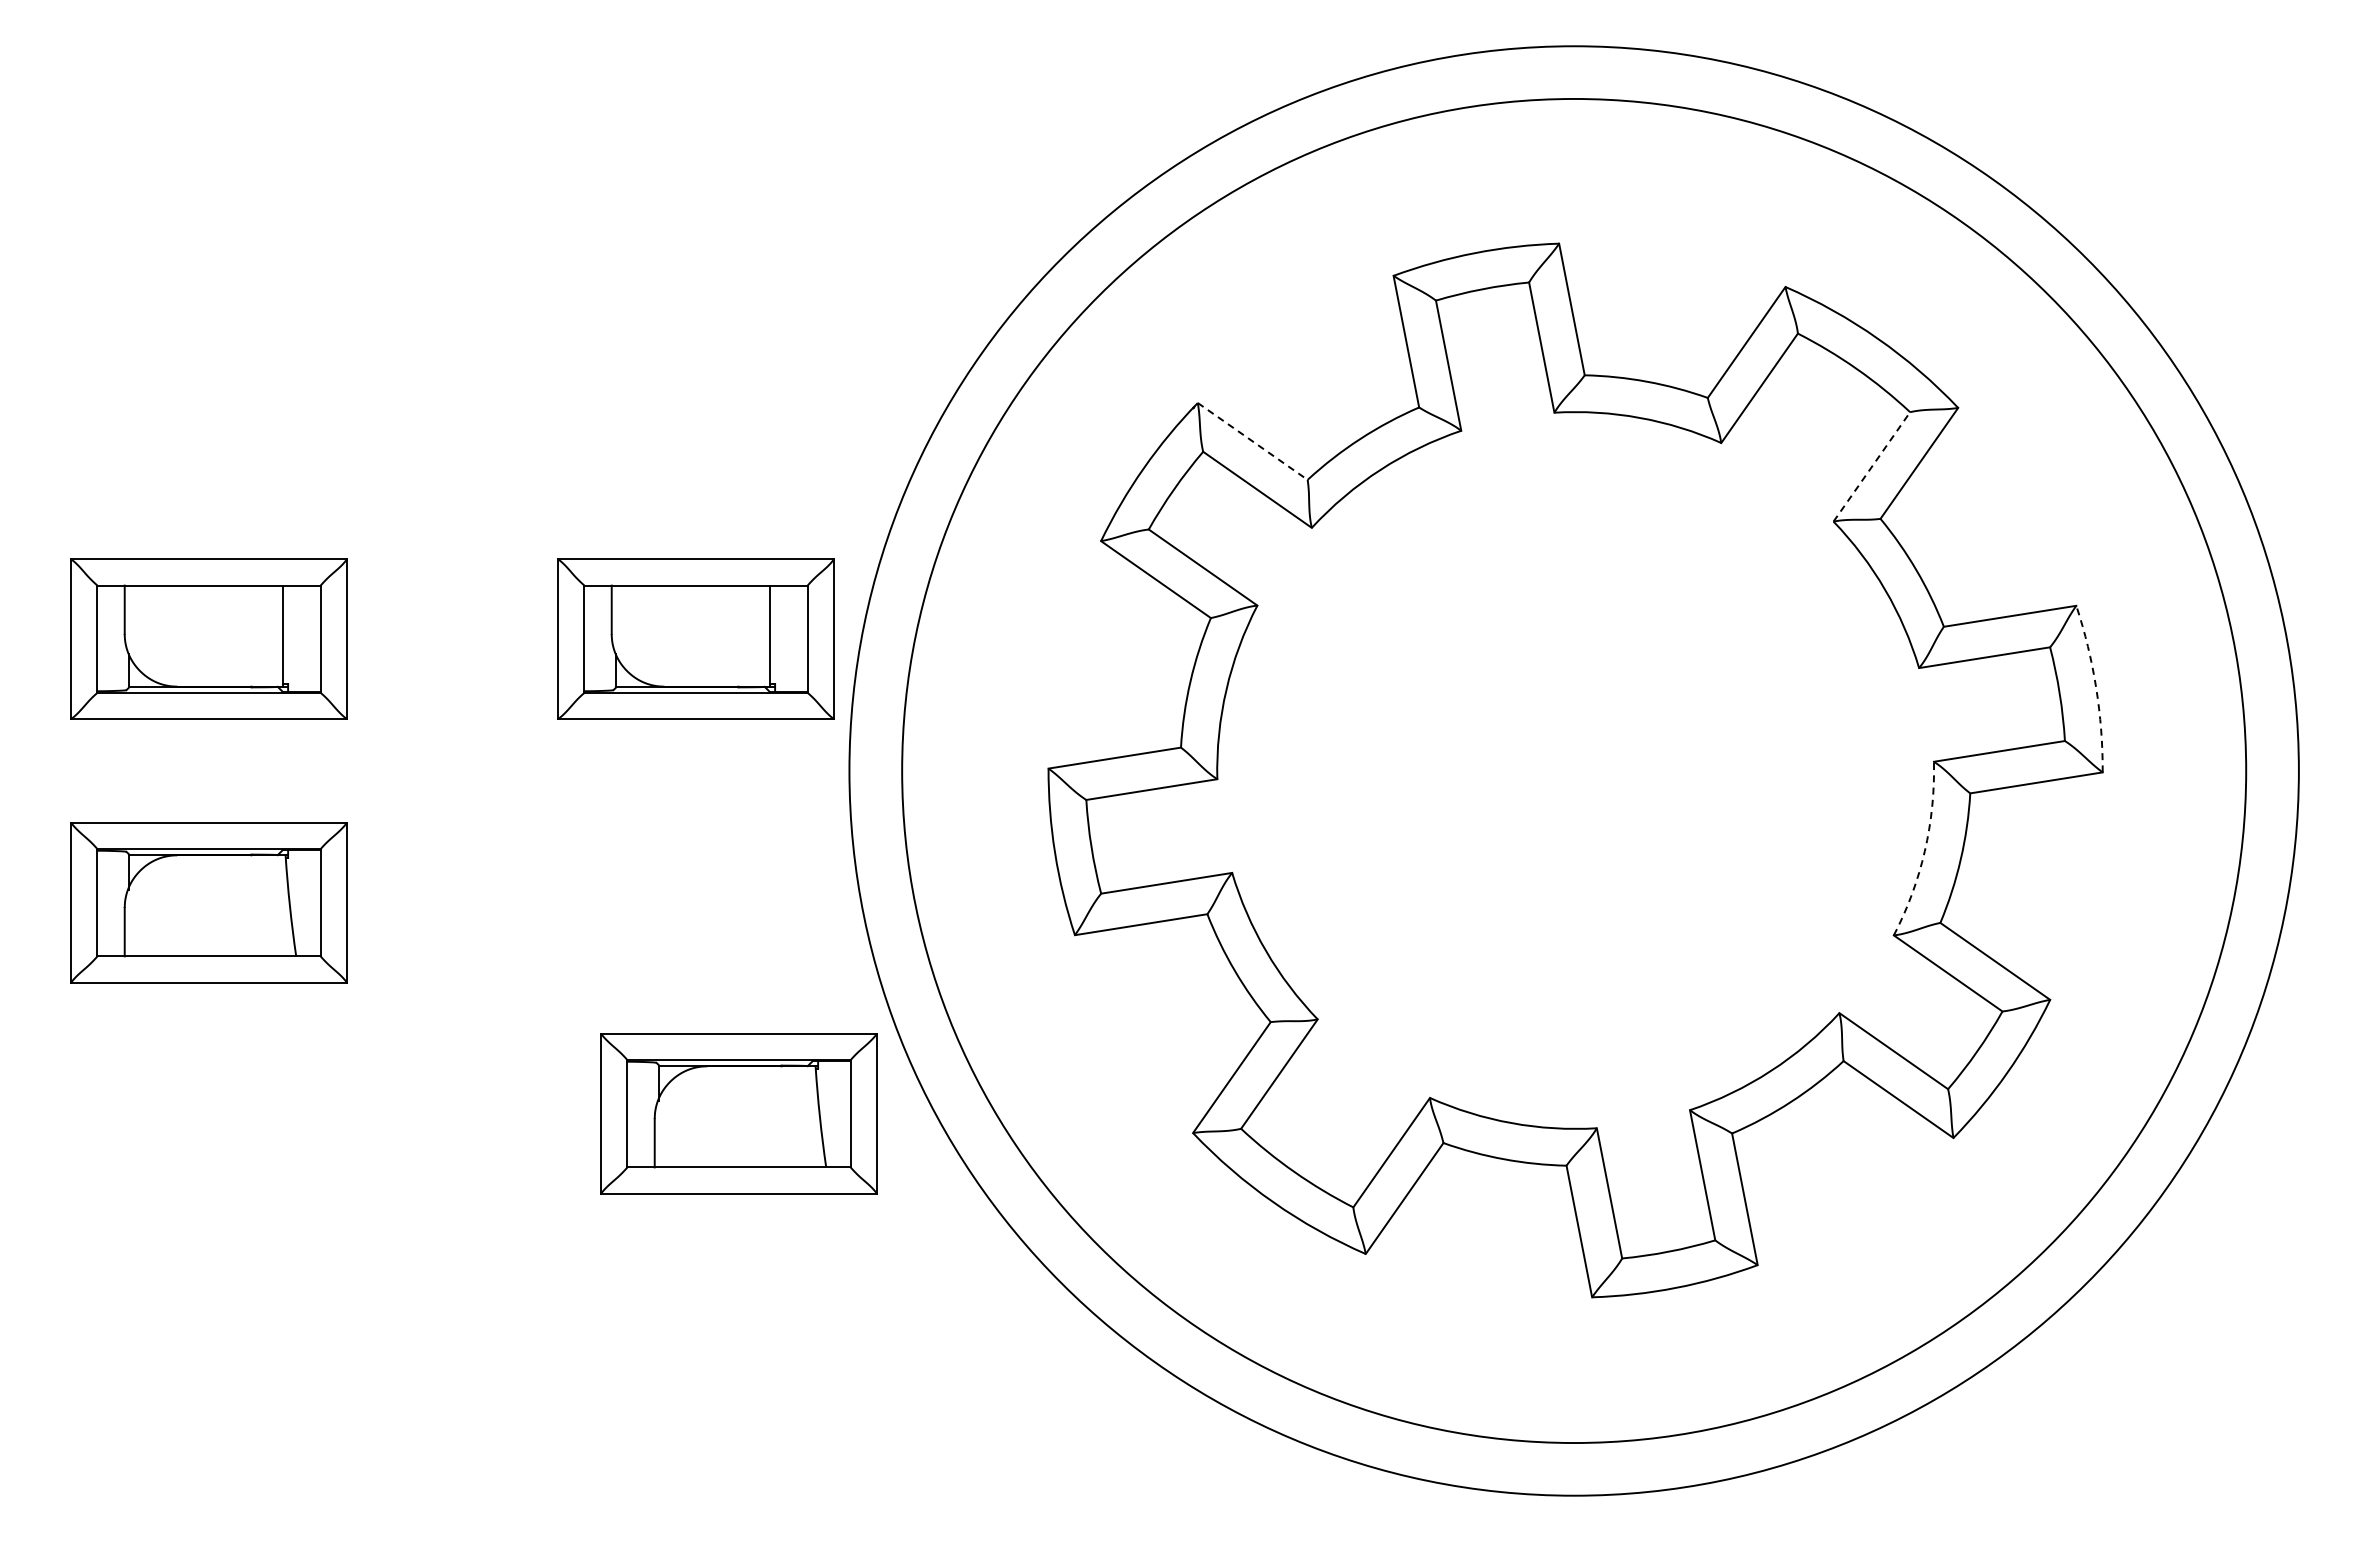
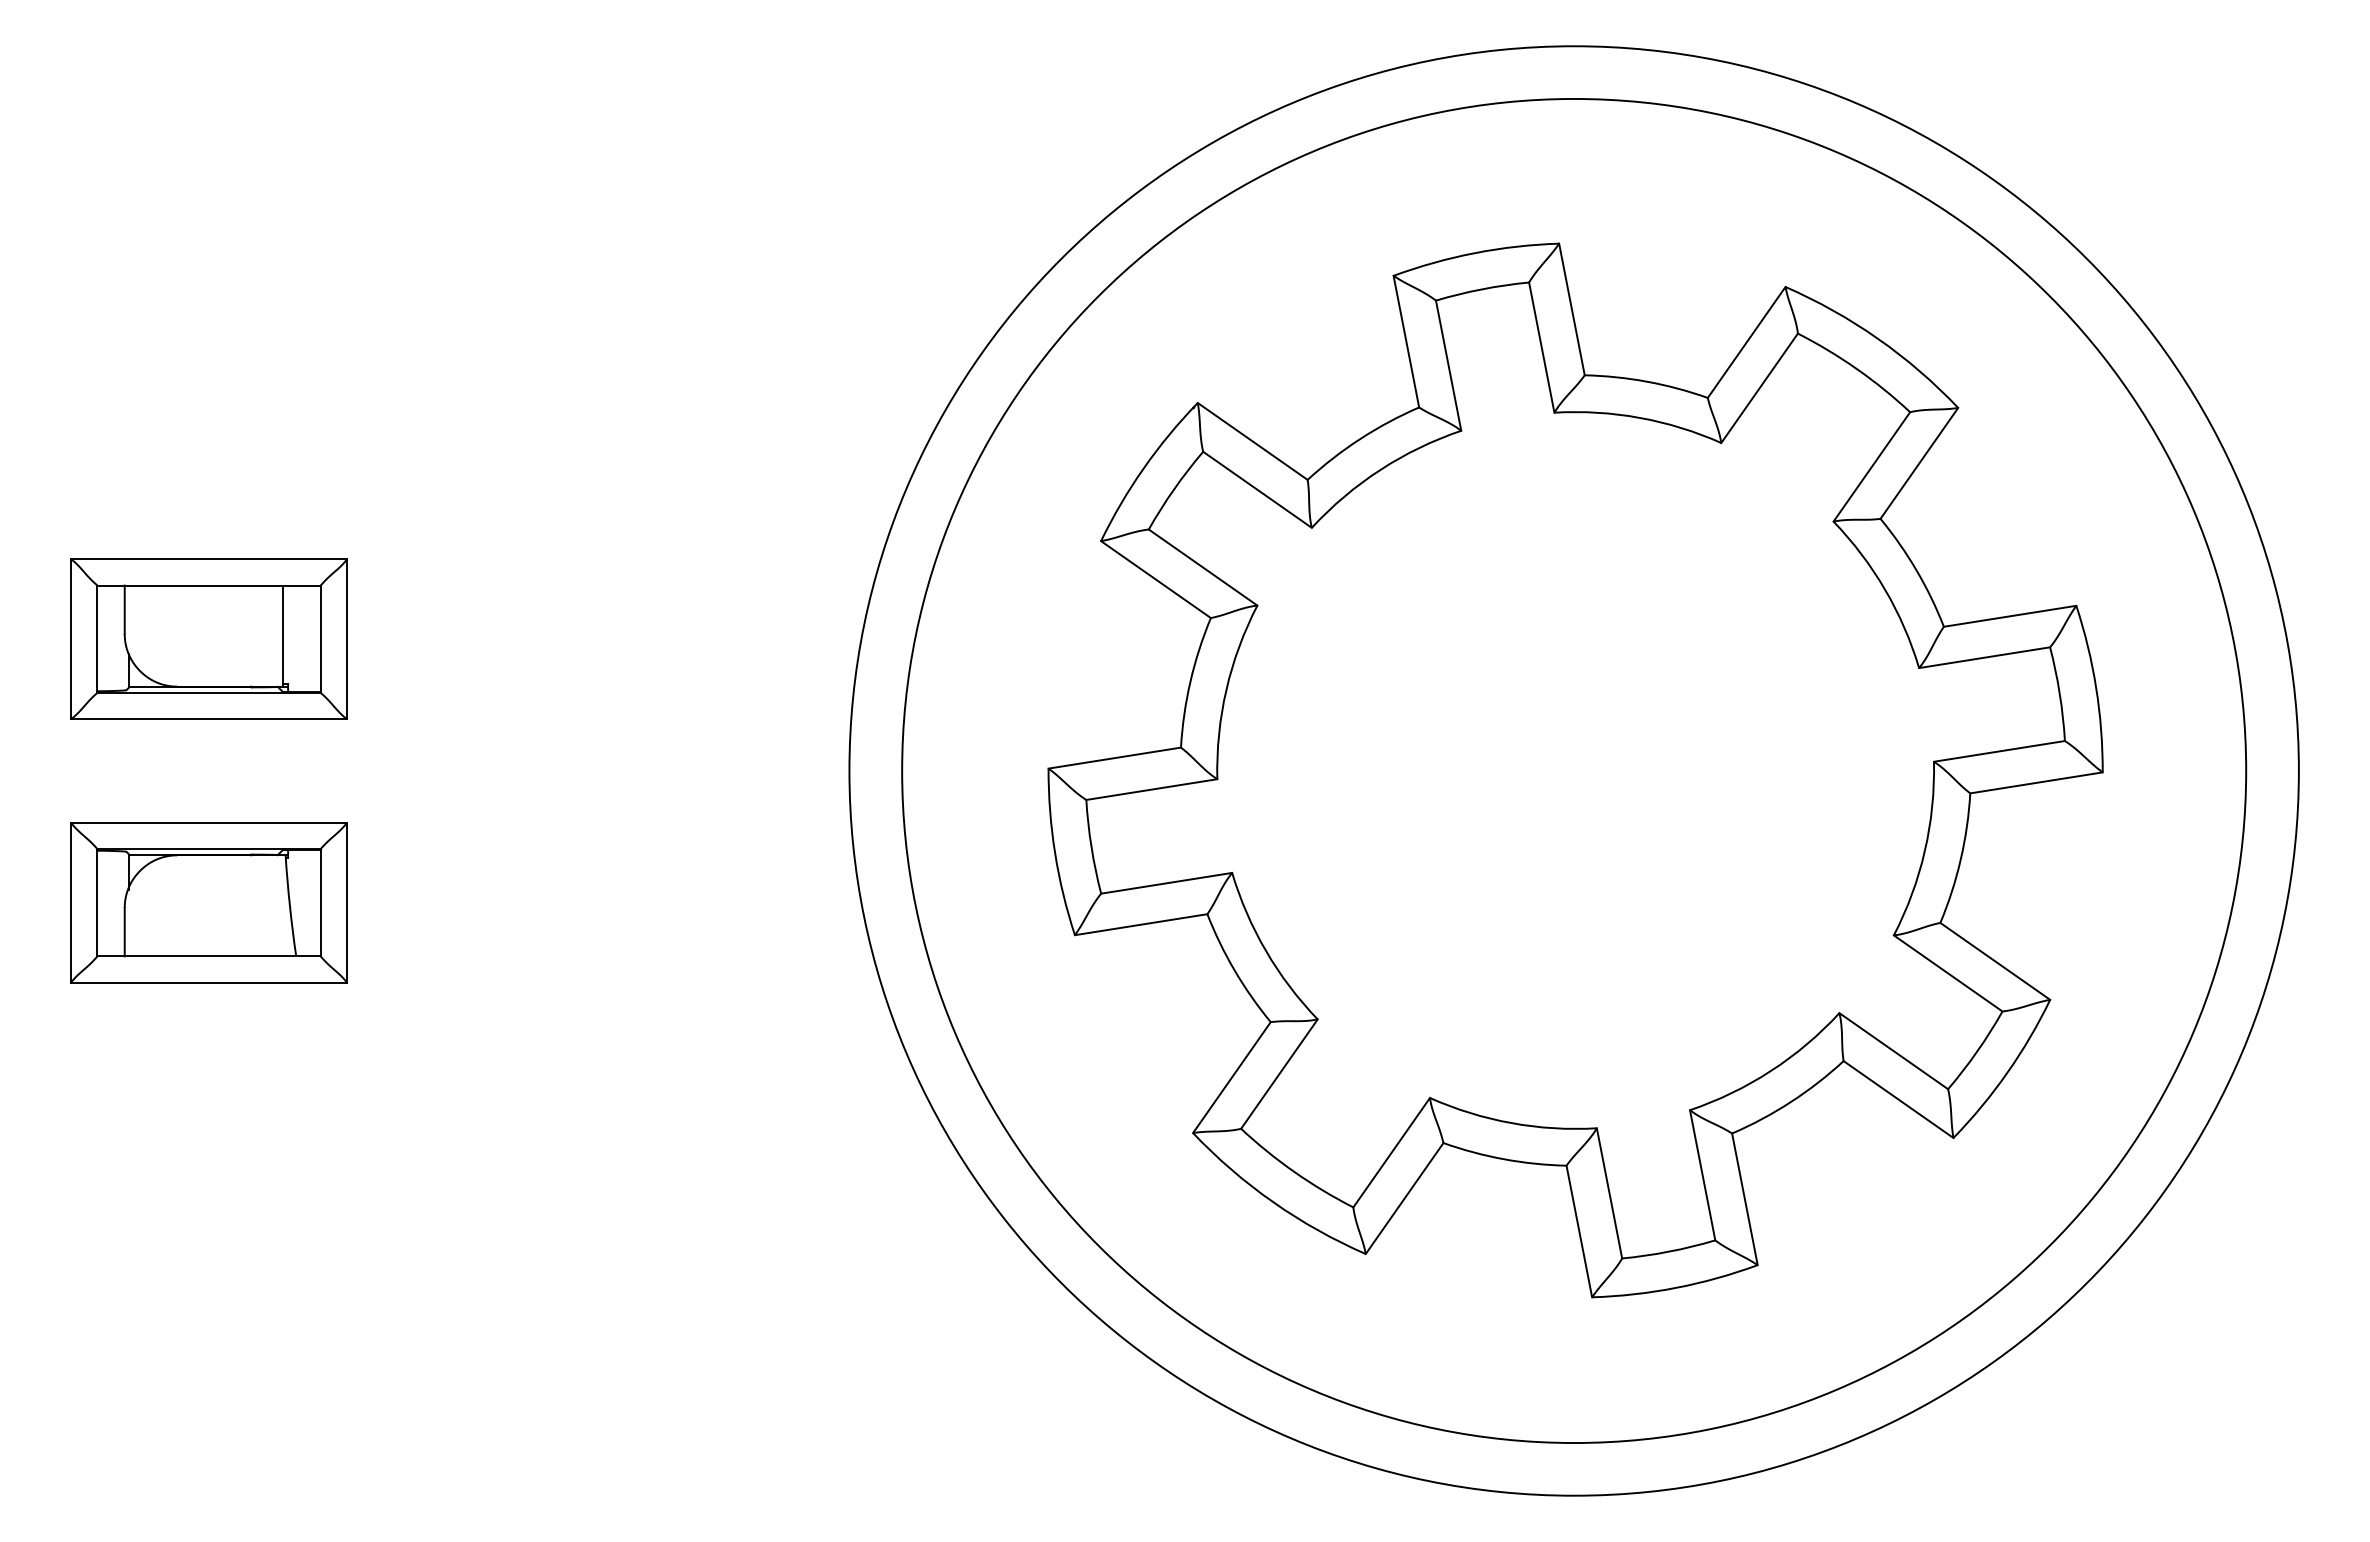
line at (1253, 441): dashed -> solid
line at (1871, 466): dashed -> solid
part at (695, 638): present -> none
arc at (2096, 688): dashed -> solid
arc at (1924, 851): dashed -> solid
part at (738, 1113): present -> none
